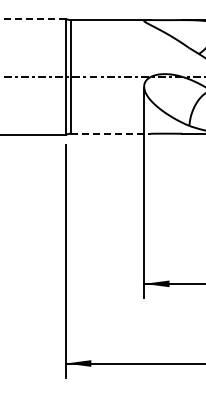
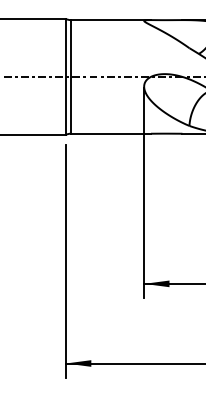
line at (33, 19): dashed -> solid
line at (111, 133): dashed -> solid
